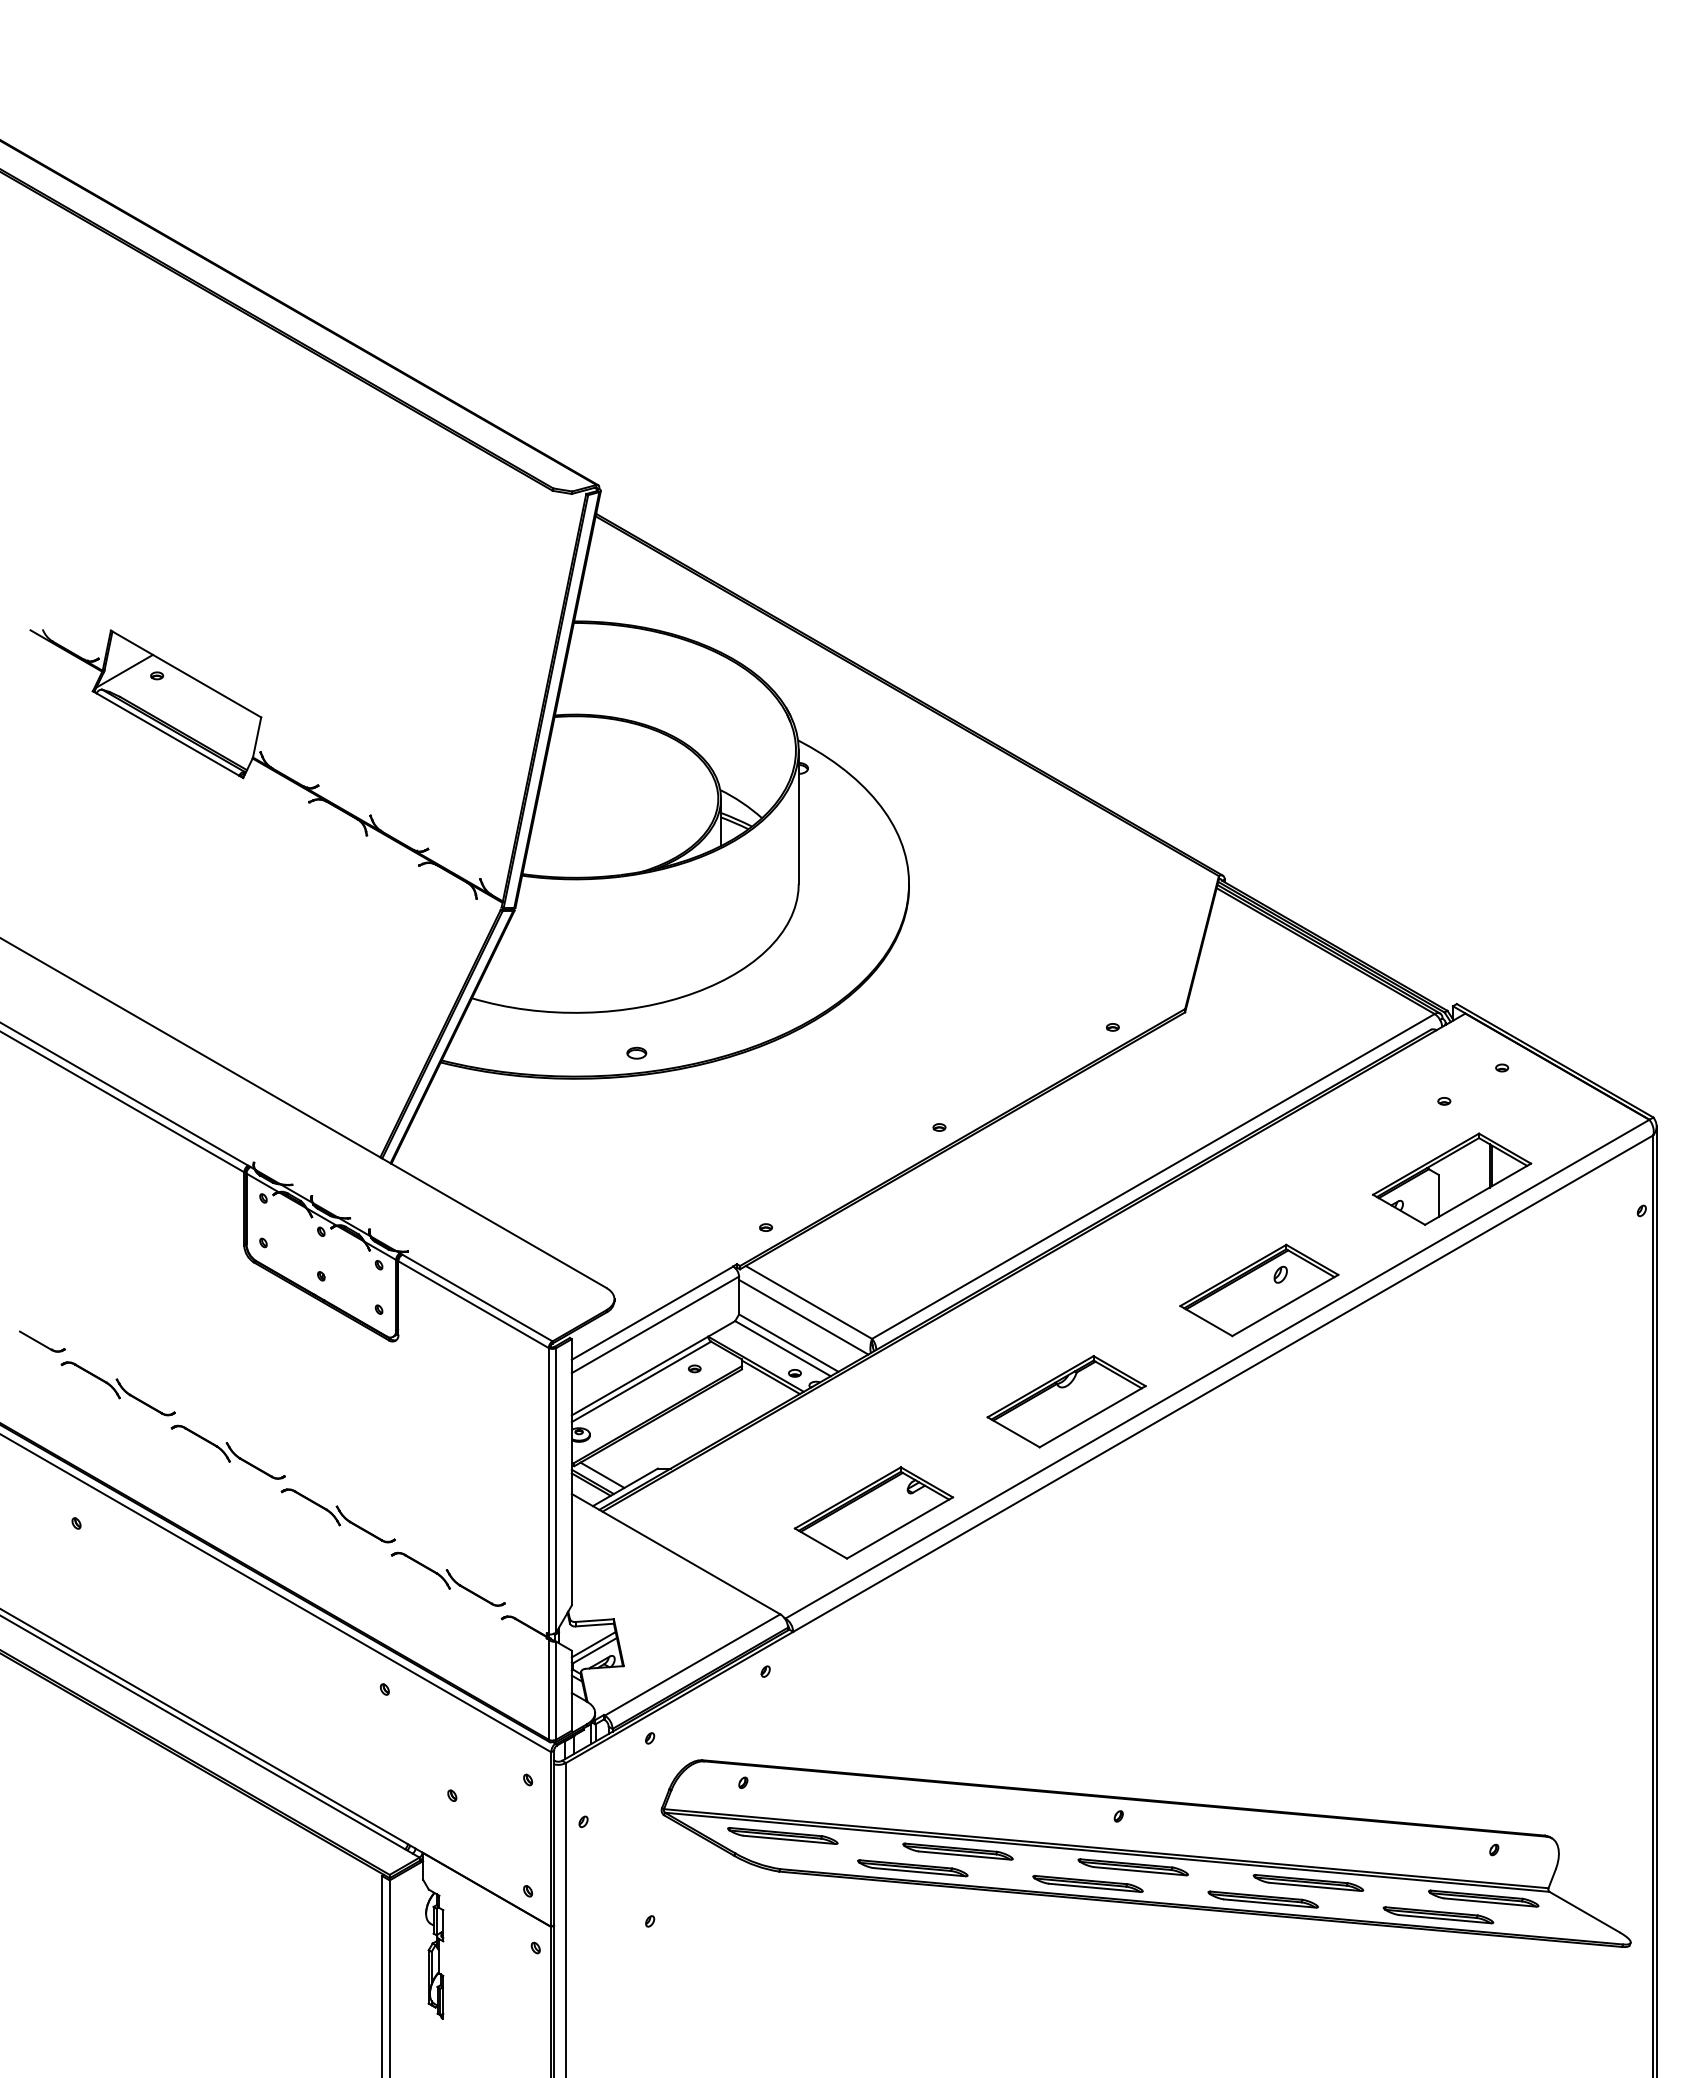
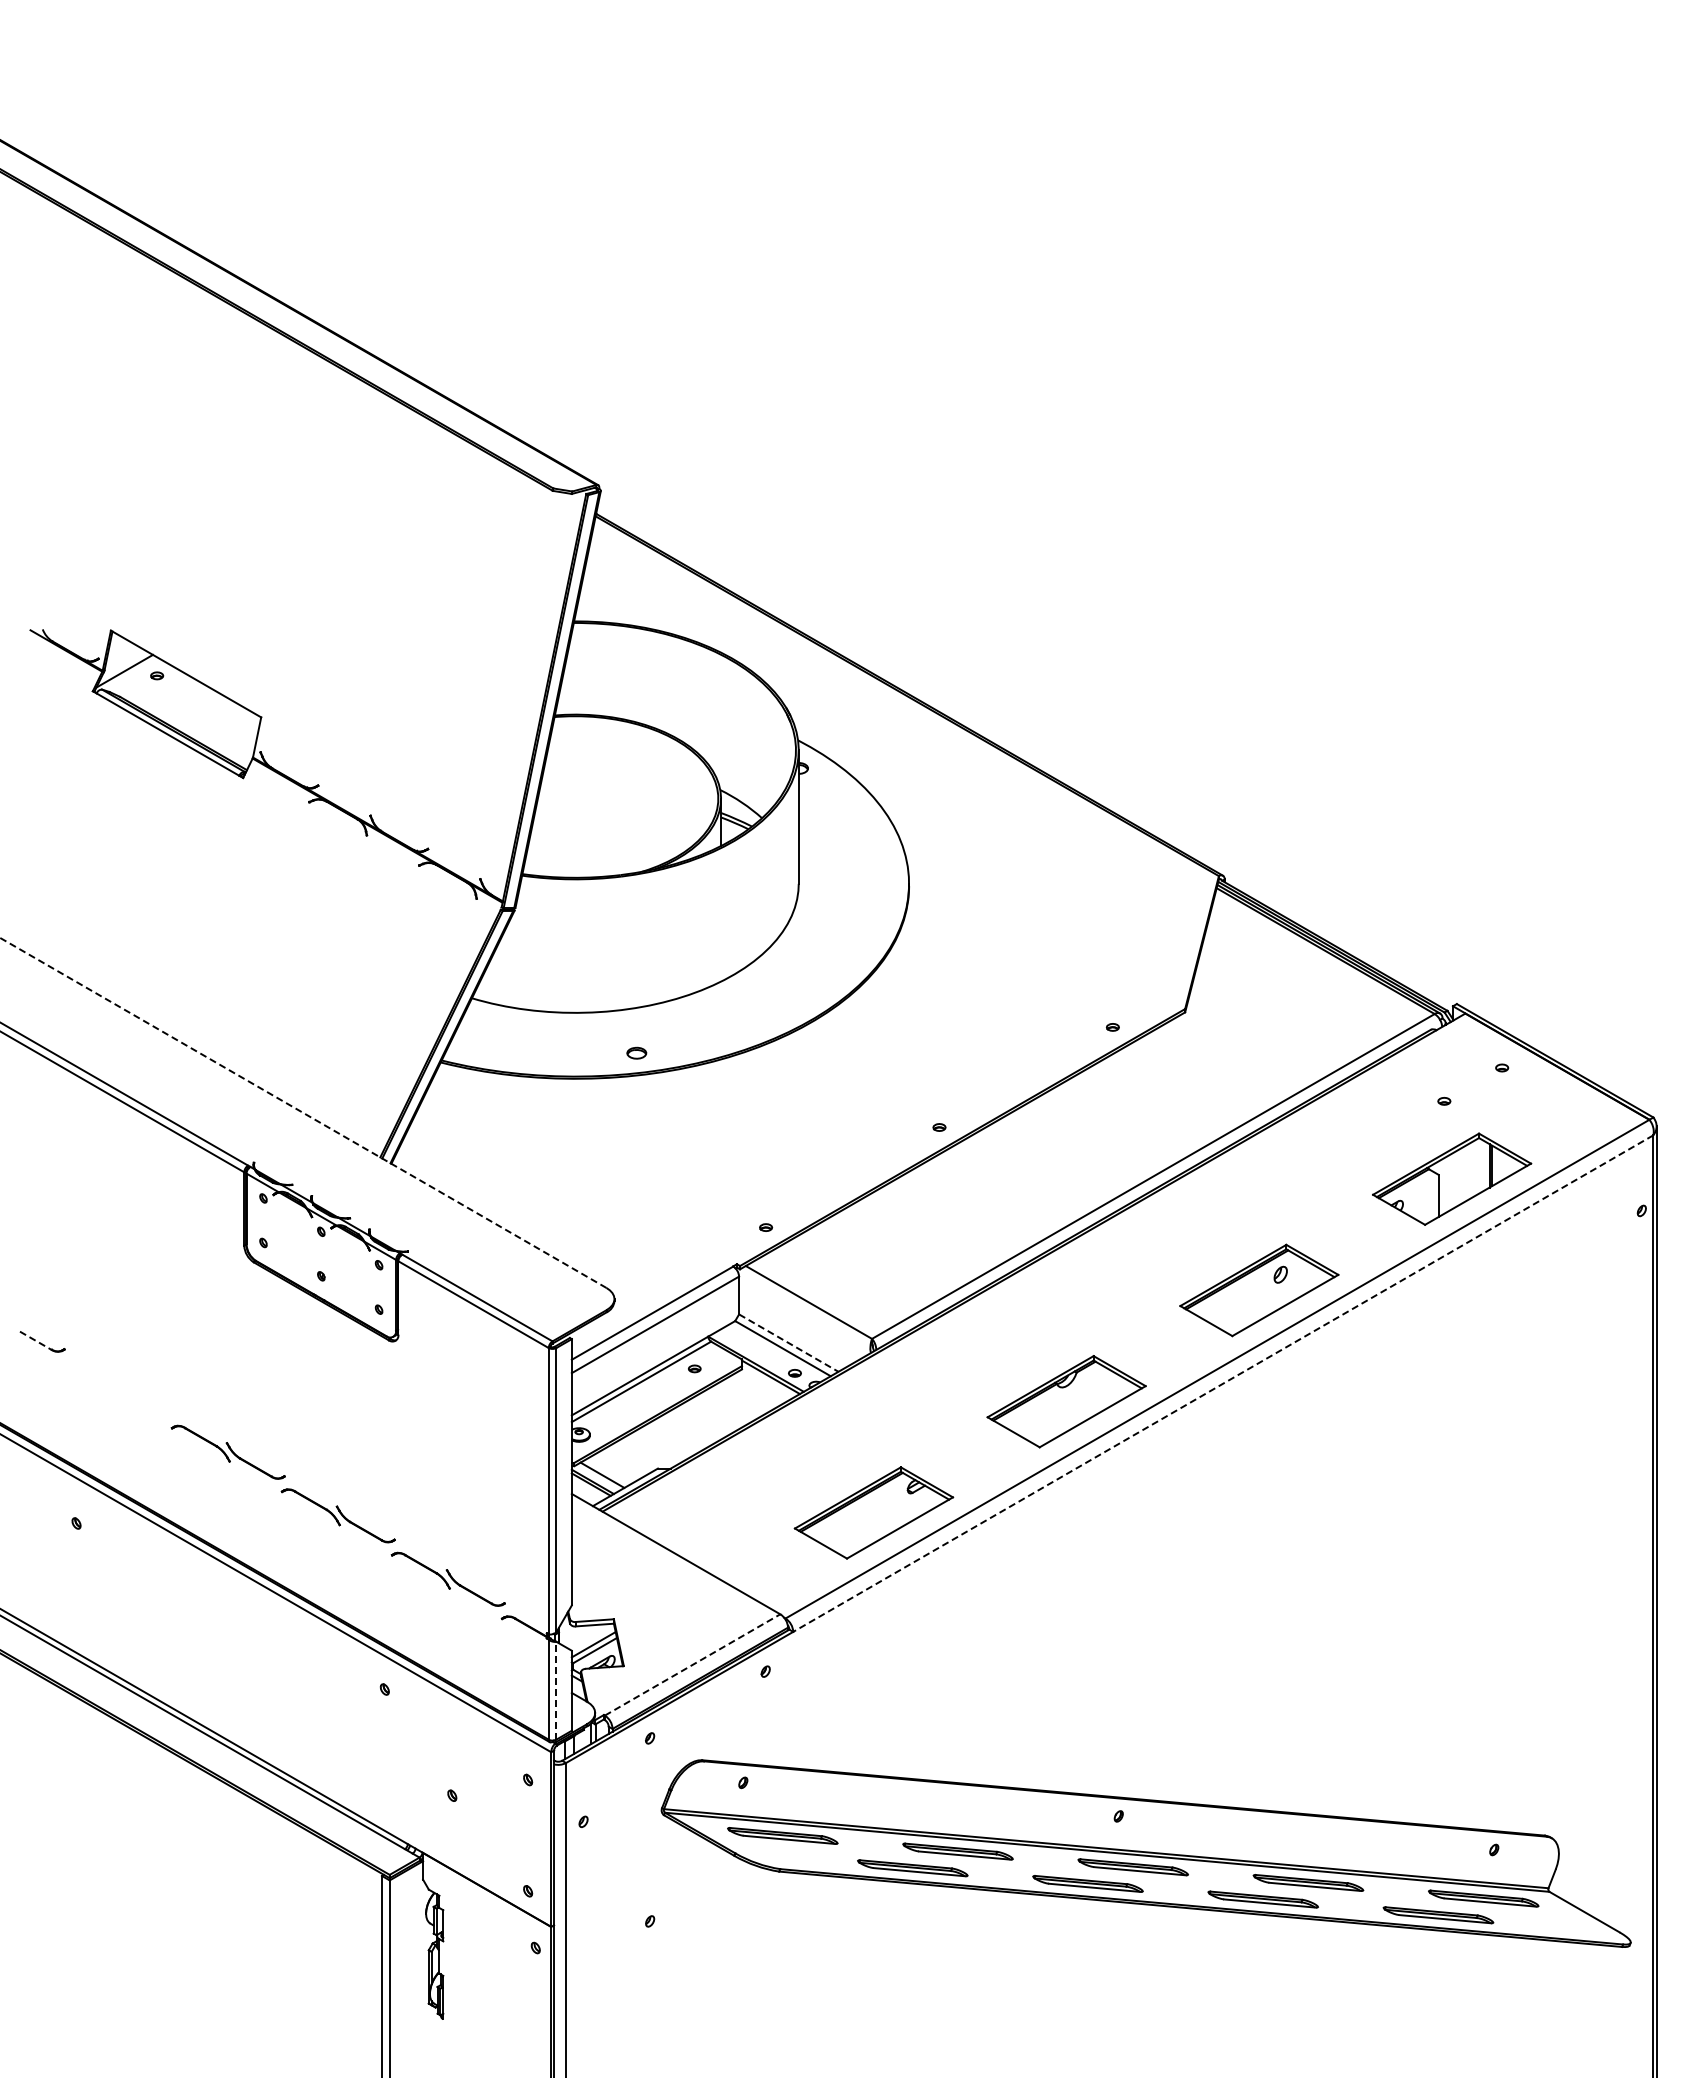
line at (303, 1113): solid -> dashed
line at (803, 1316): present -> none
line at (36, 1340): solid -> dashed
line at (789, 1343): solid -> dashed
line at (1223, 1383): solid -> dashed
part at (117, 1388): present -> none
line at (693, 1664): solid -> dashed
line at (556, 1690): solid -> dashed
